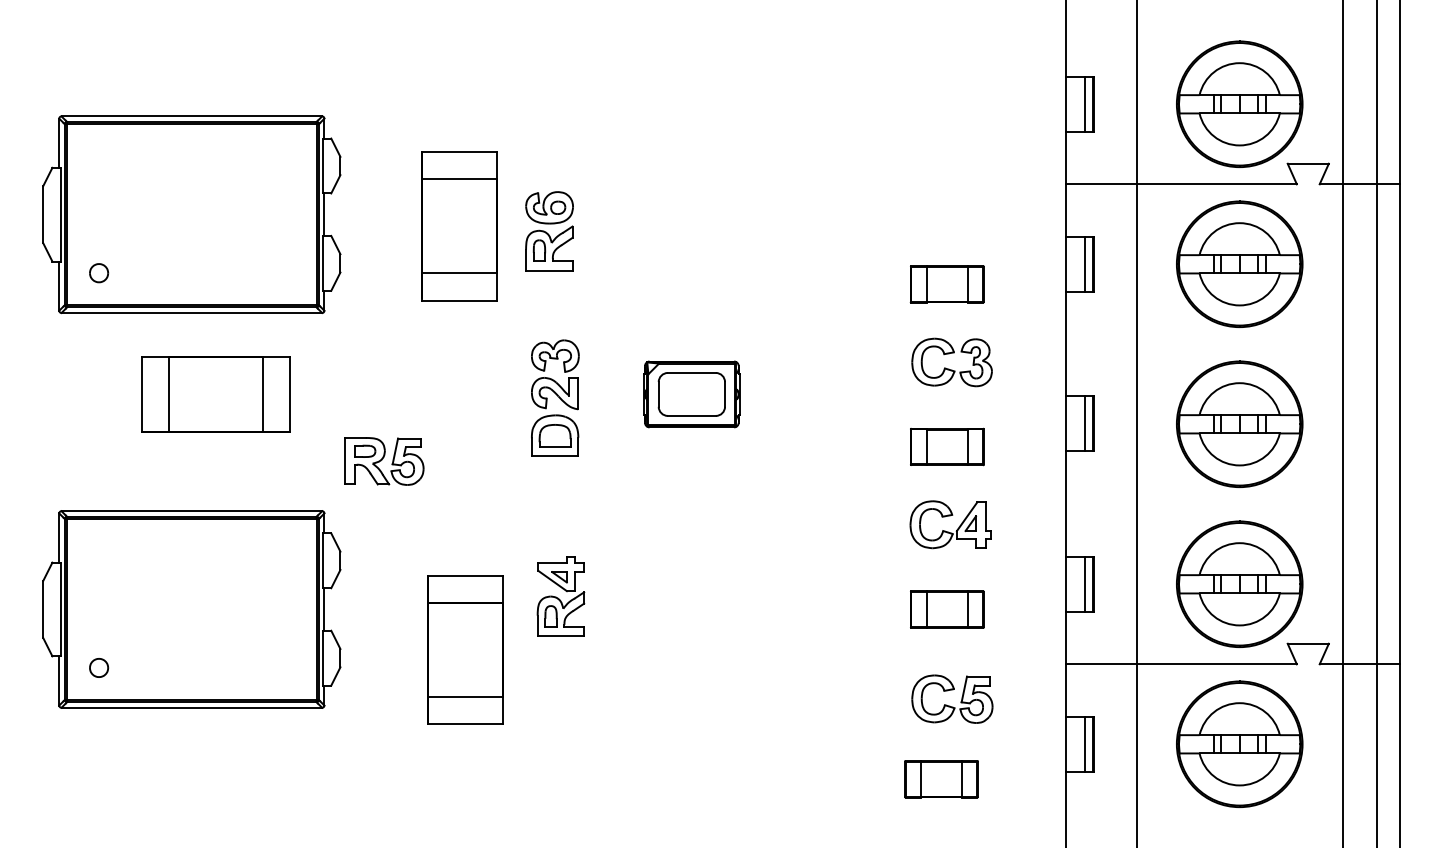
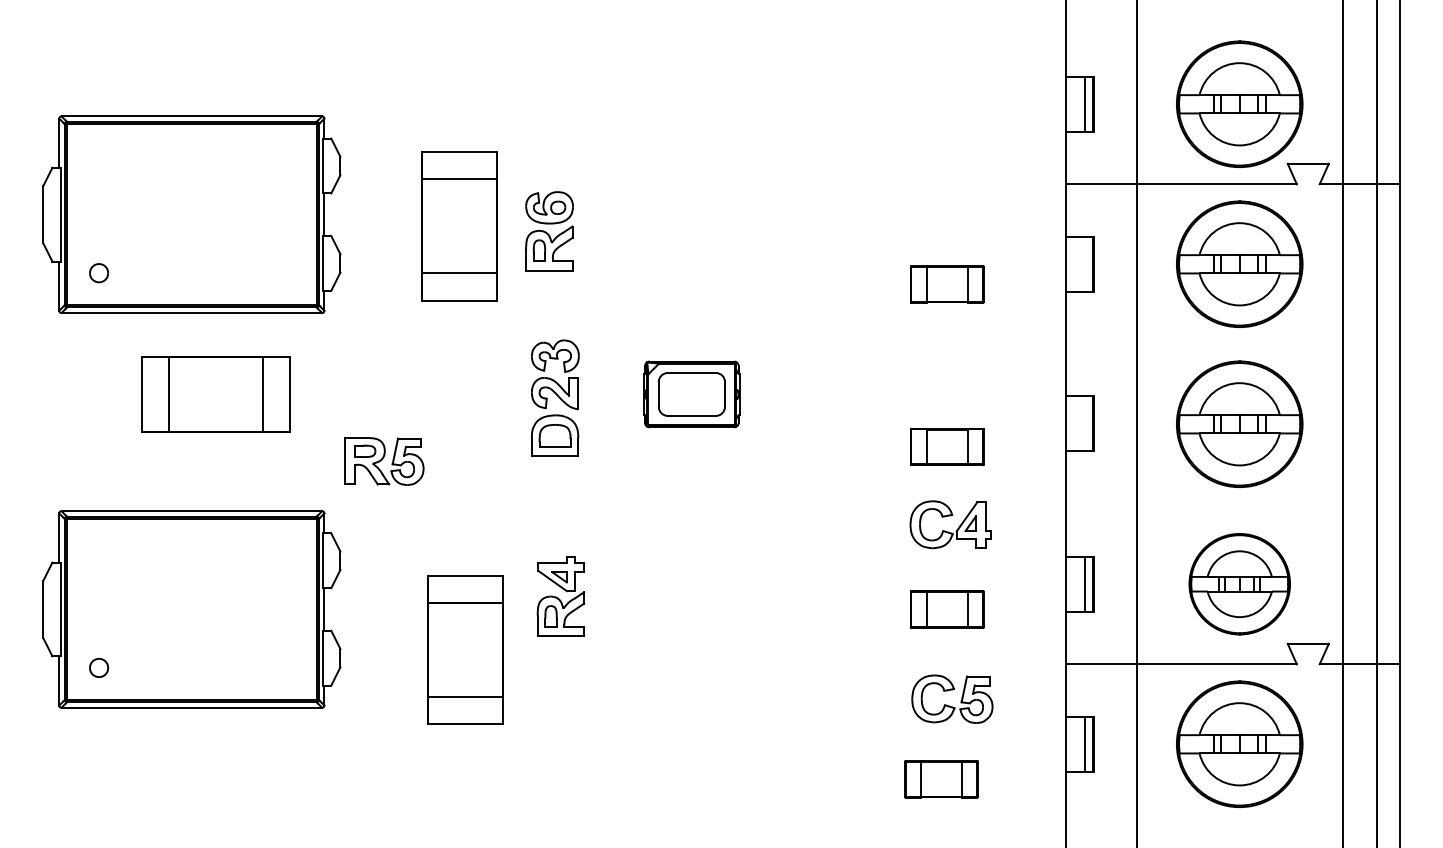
line at (1085, 263): present -> none
part at (949, 368): present -> none
line at (1085, 422): present -> none
part at (1239, 583) size: 128x128 px -> 103x103 px
